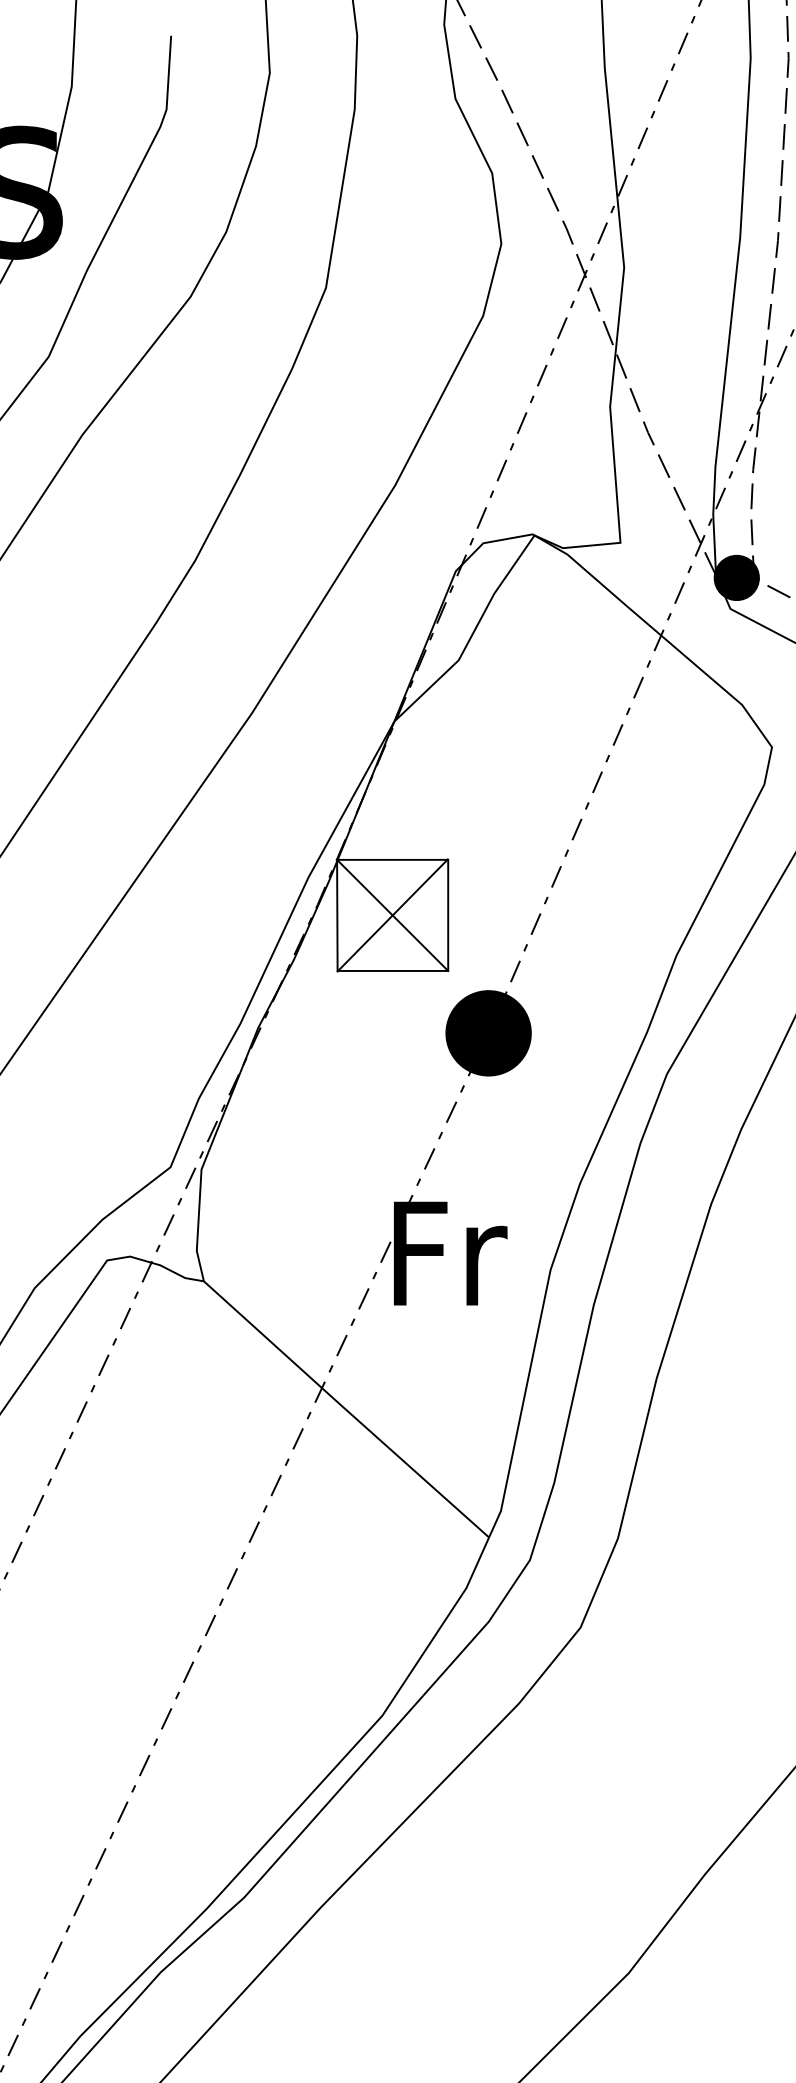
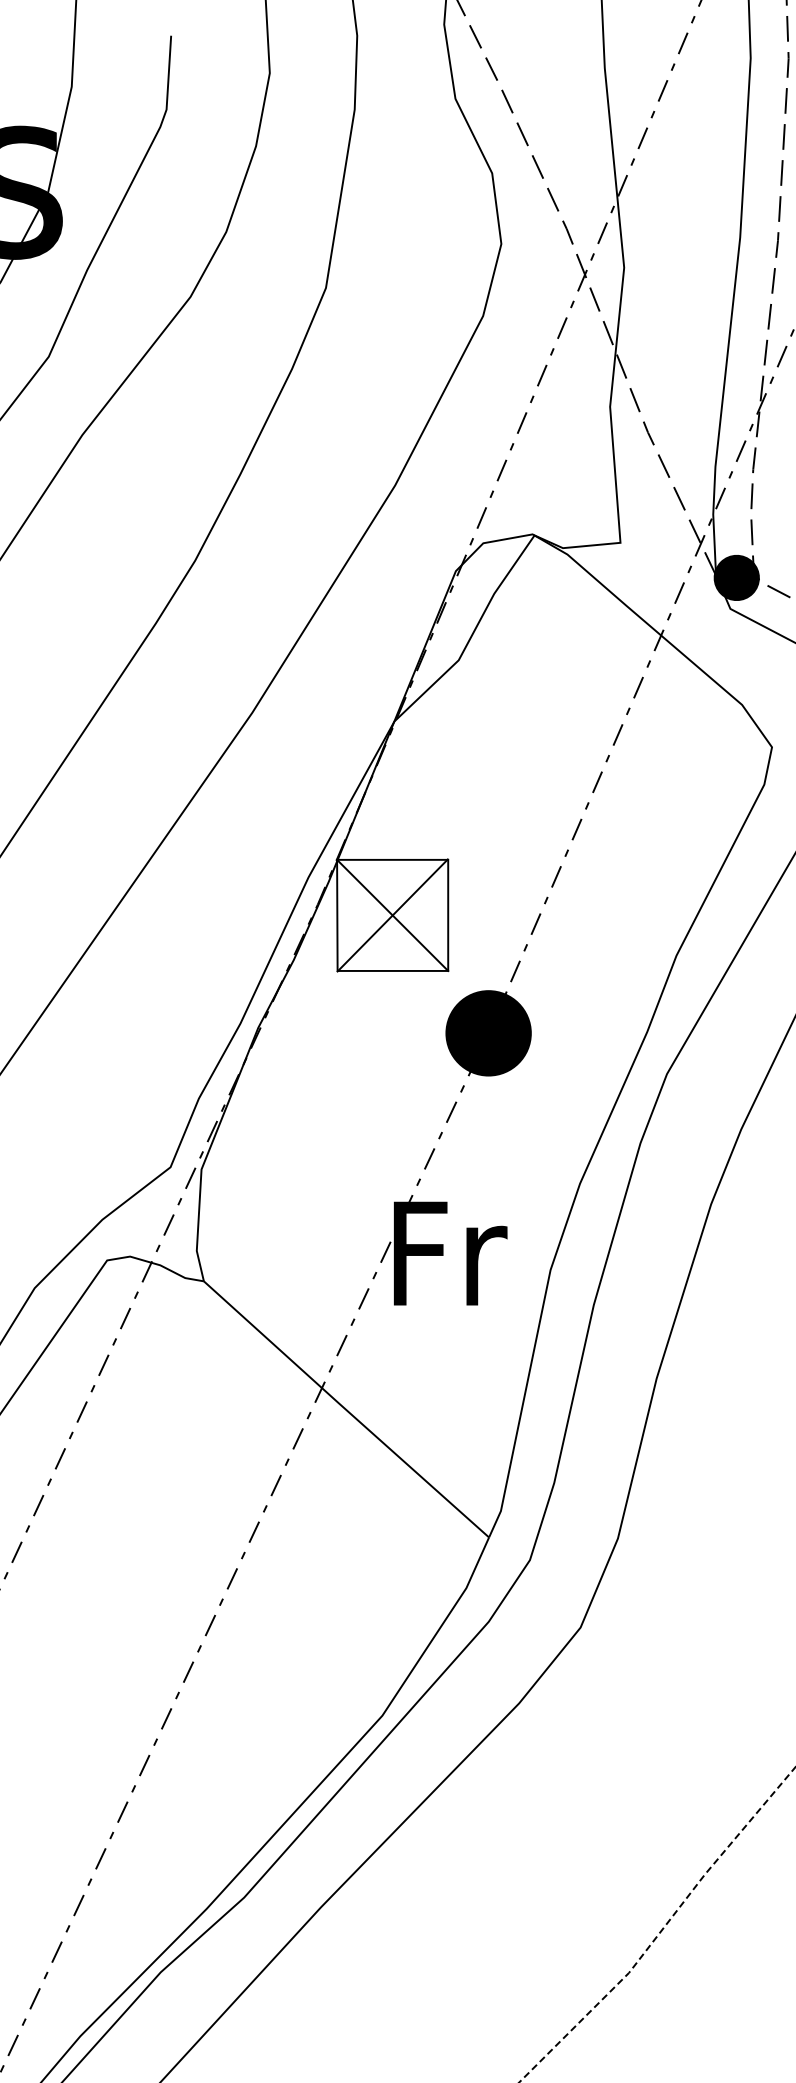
line at (662, 1929): solid -> dashed
